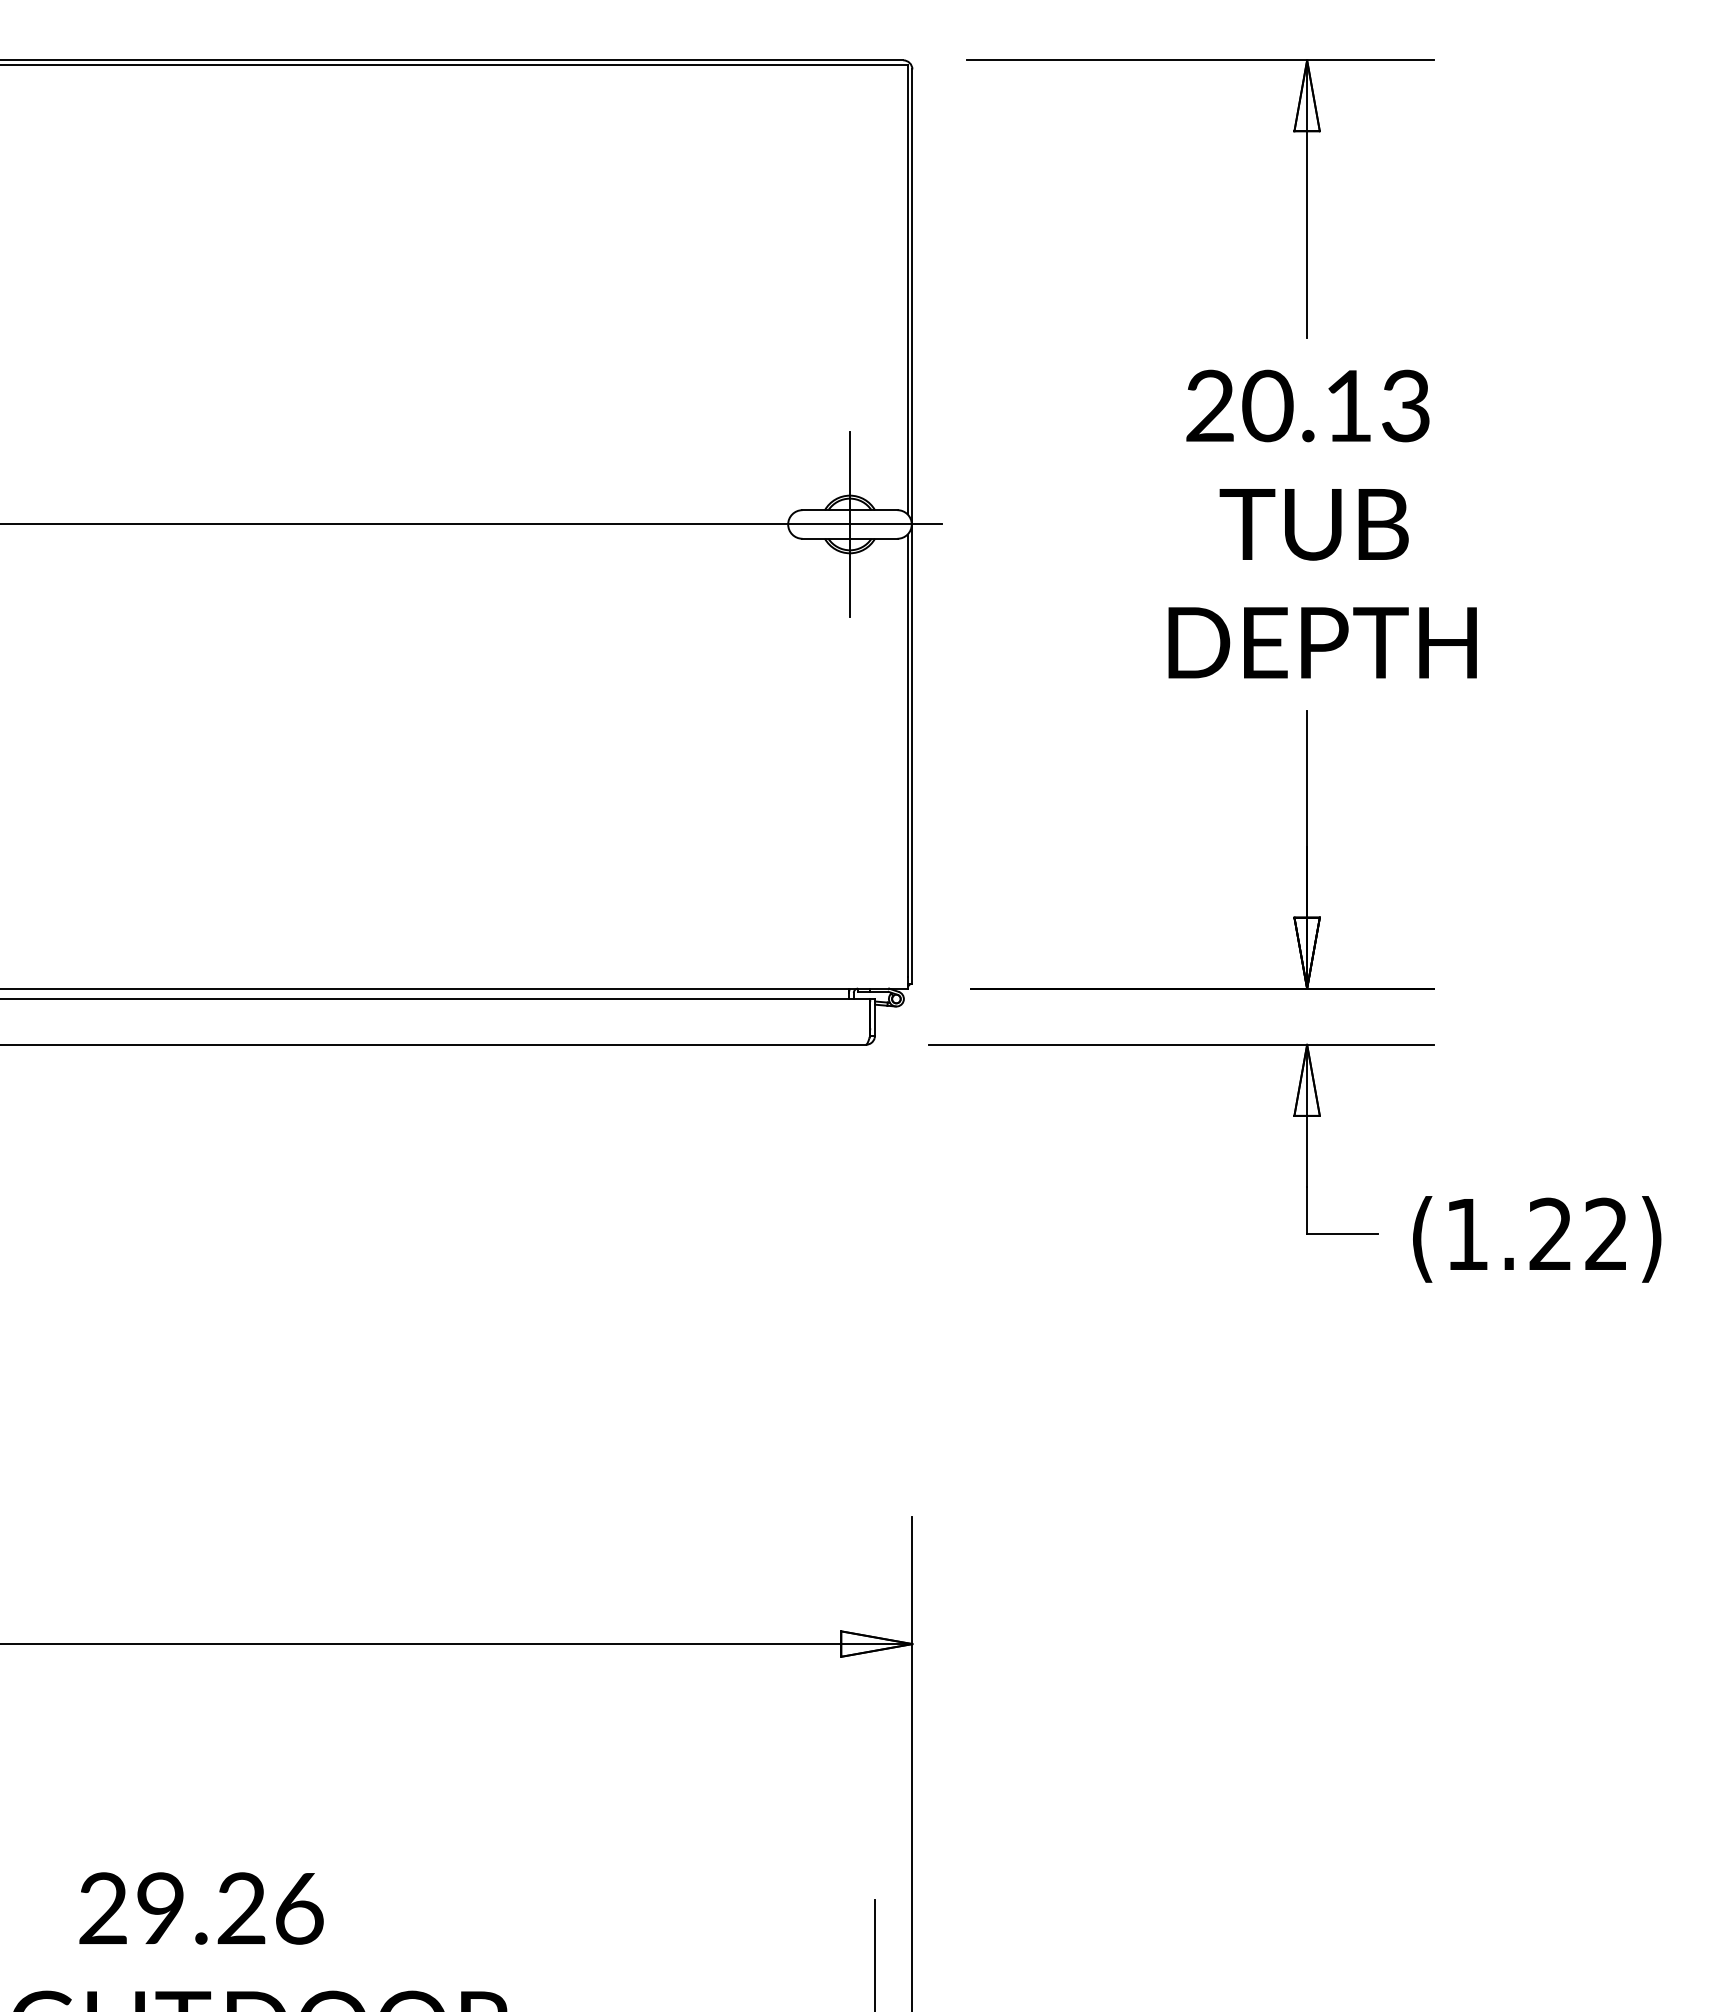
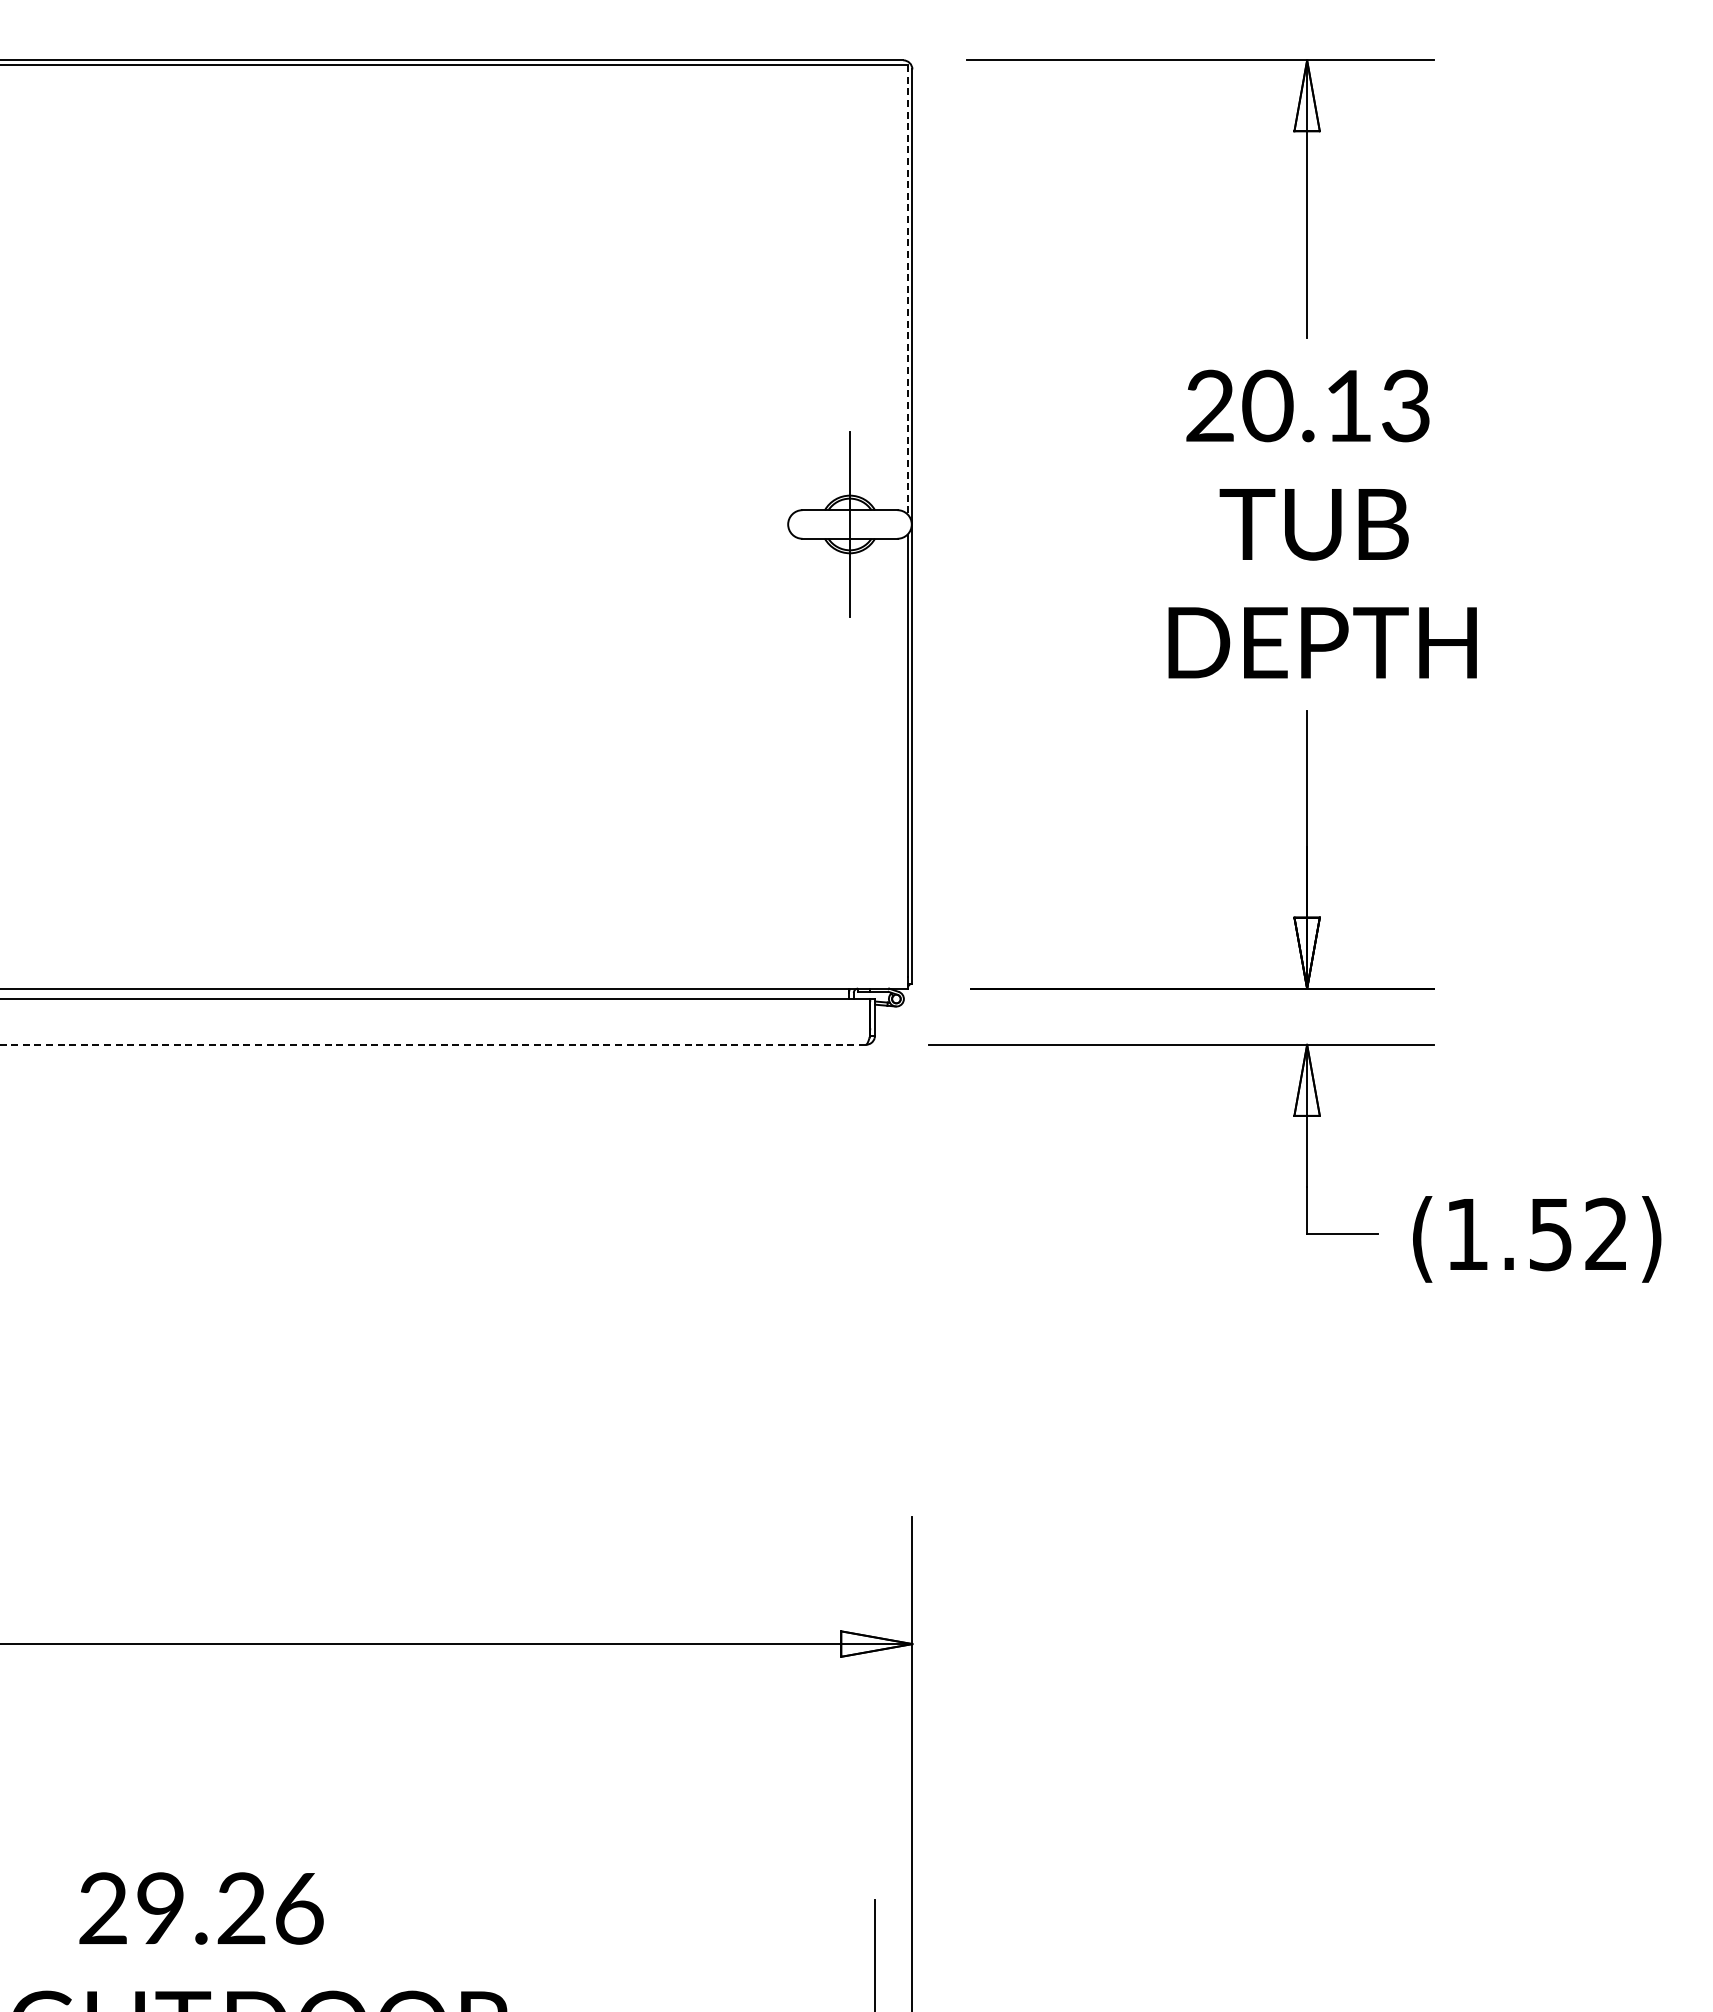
line at (907, 289): solid -> dashed
line at (472, 524): present -> none
line at (432, 1044): solid -> dashed
text at (1550, 1234): (1.22) -> (1.52)
